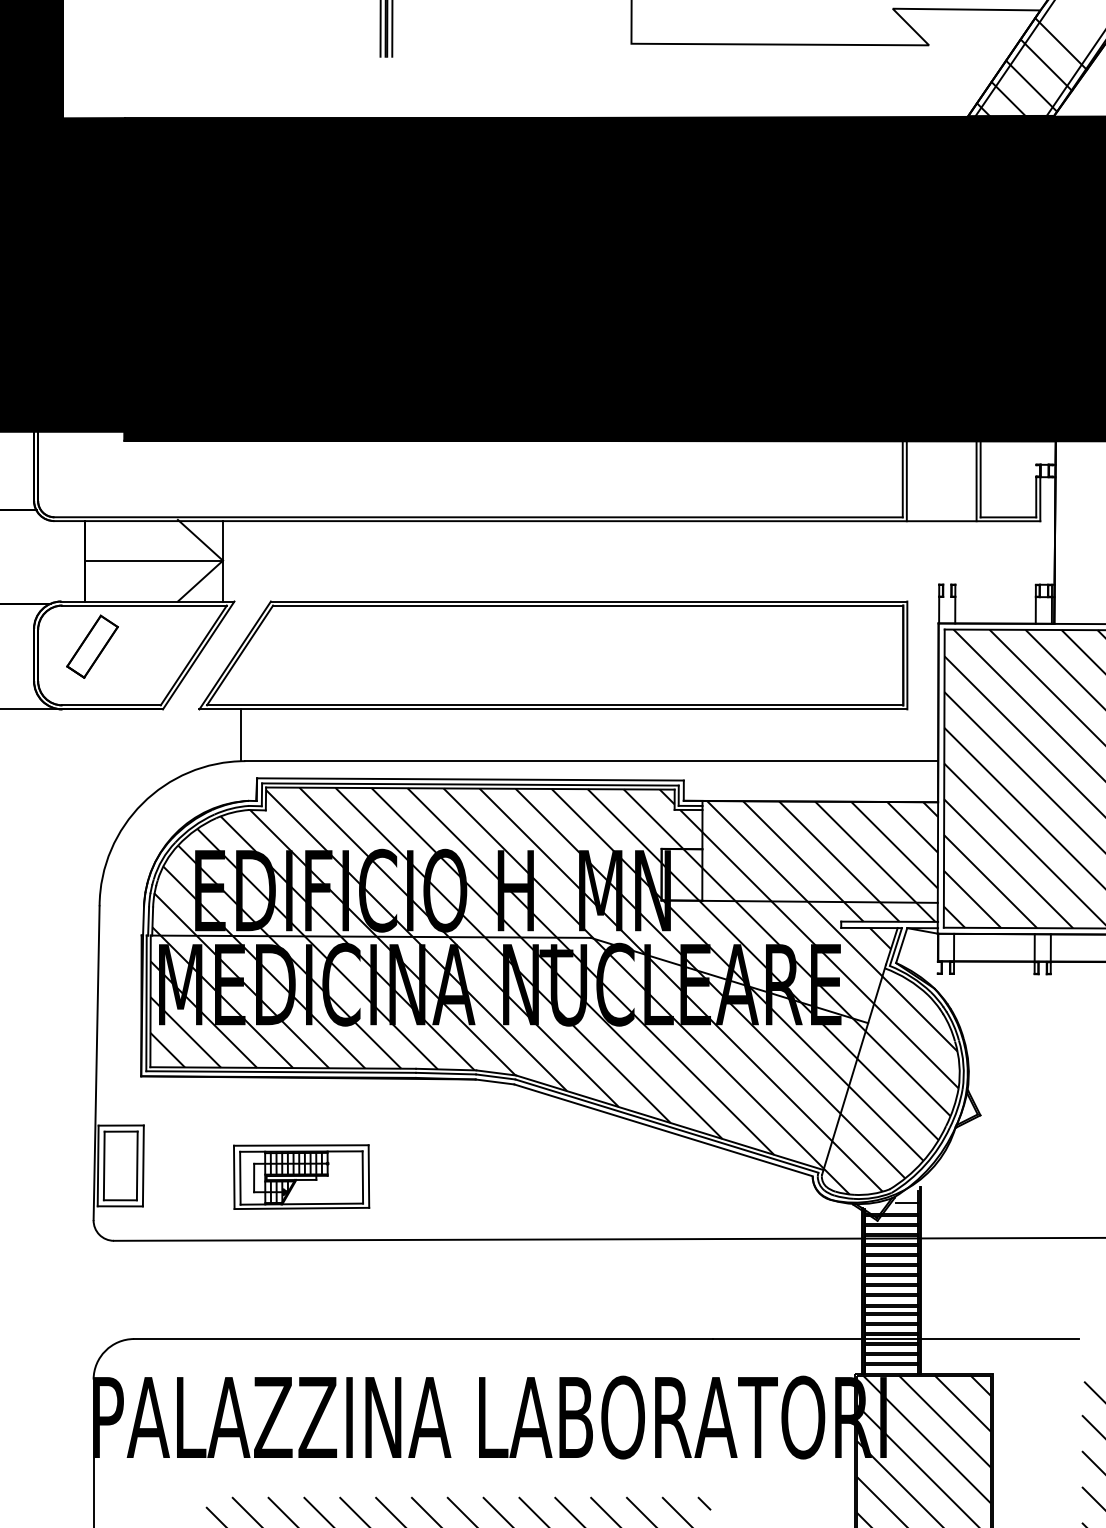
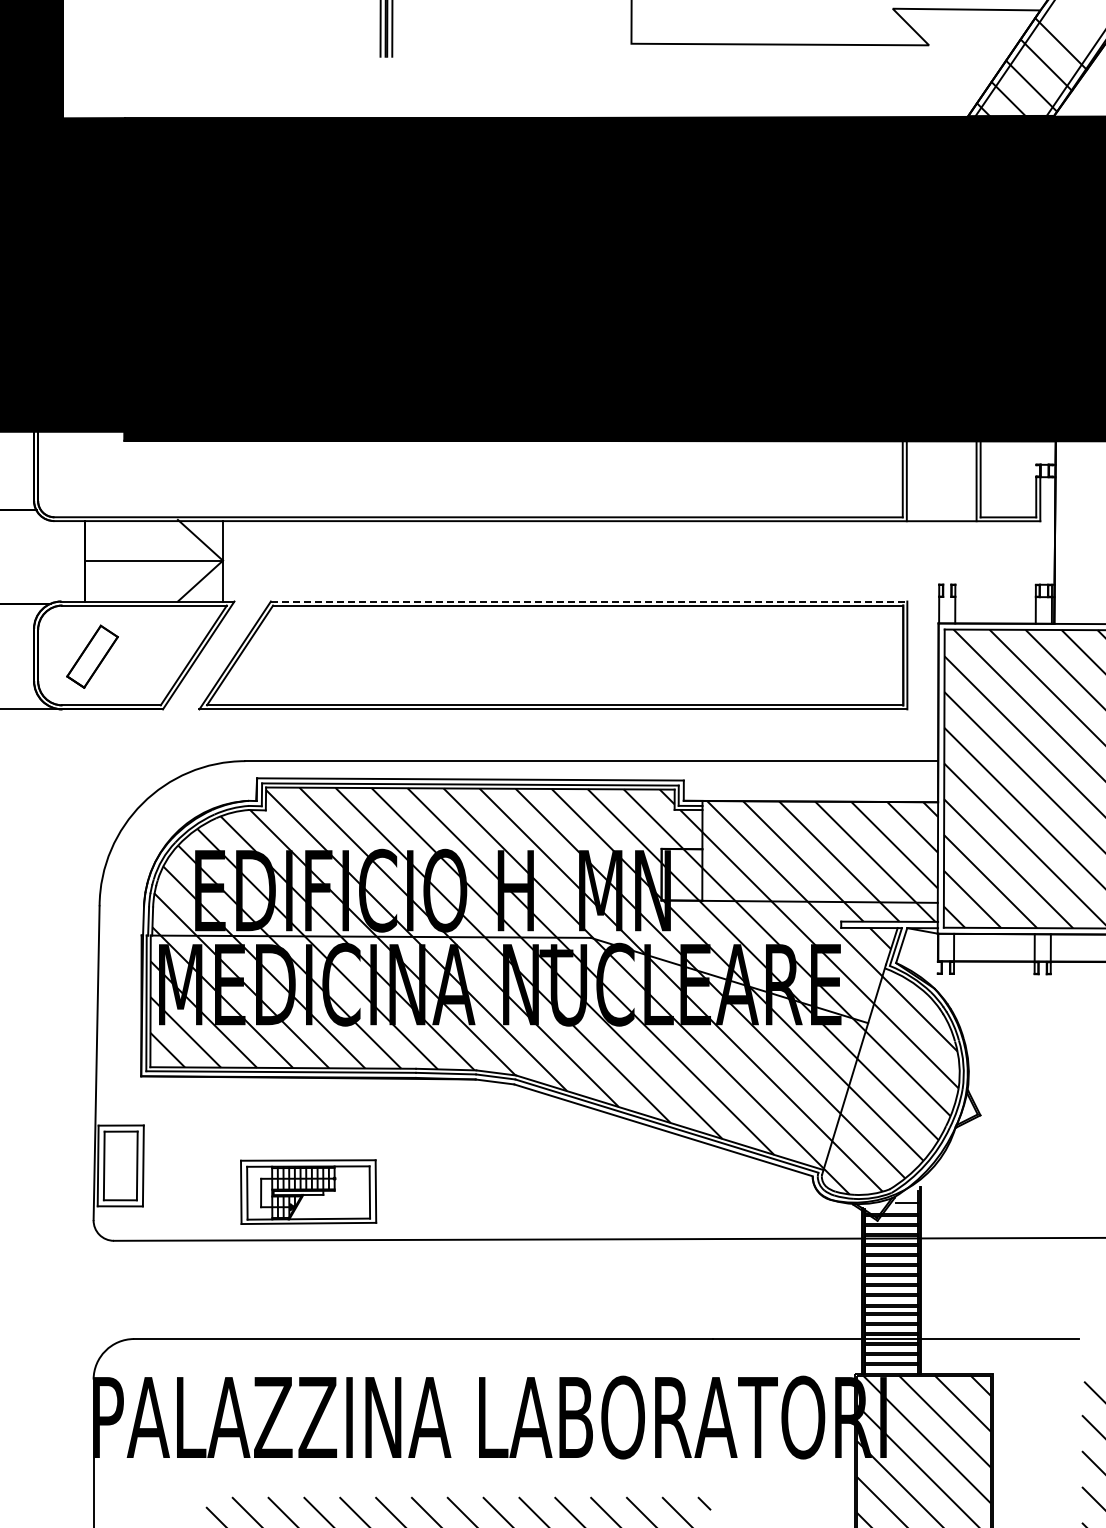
line at (589, 601): solid -> dashed
part at (92, 646) position: (92, 646) -> (92, 656)
line at (240, 735): present -> none
part at (301, 1176) position: (301, 1176) -> (308, 1191)
